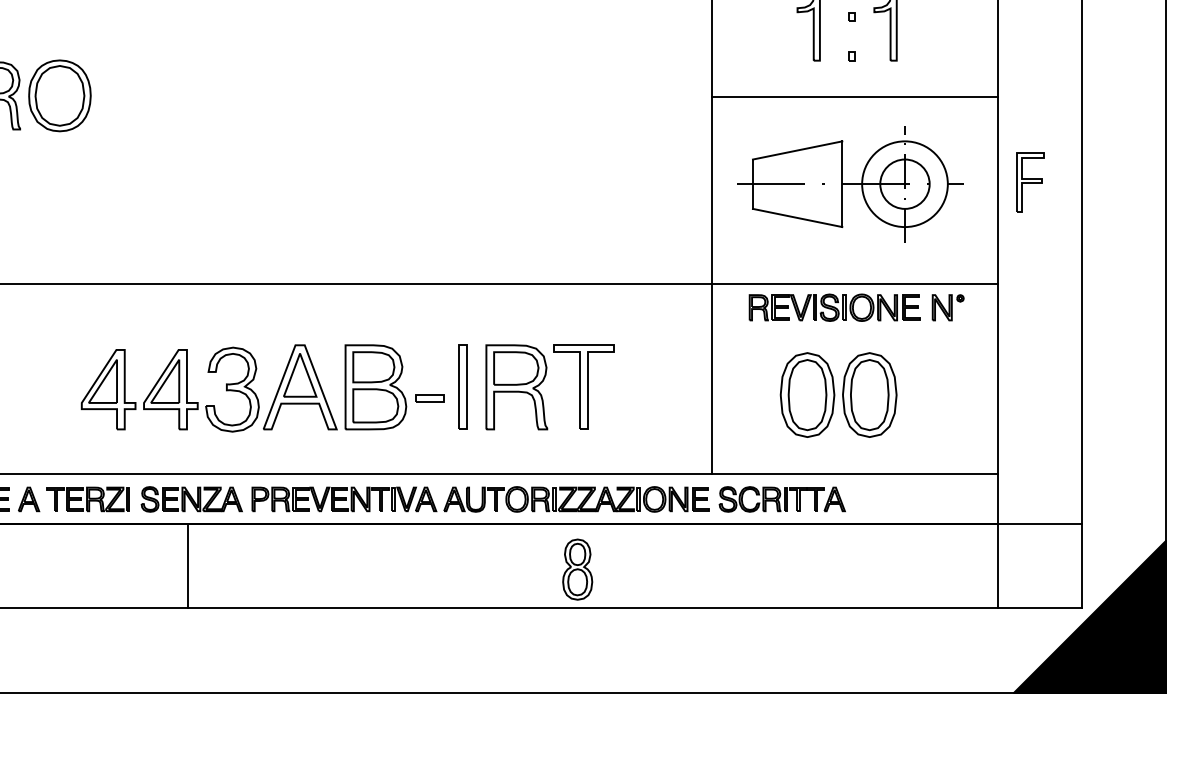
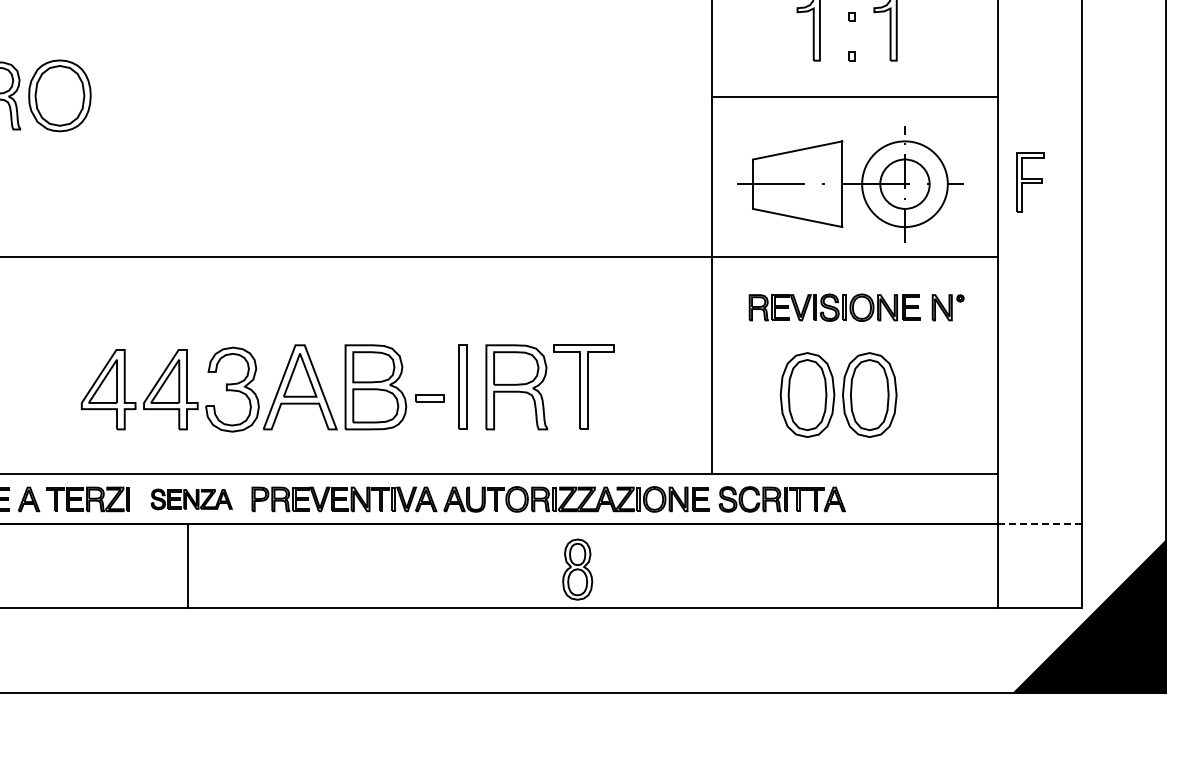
line at (499, 283) position: (499, 283) -> (499, 256)
part at (191, 499) size: 103x27 px -> 83x23 px
line at (1040, 524): solid -> dashed
